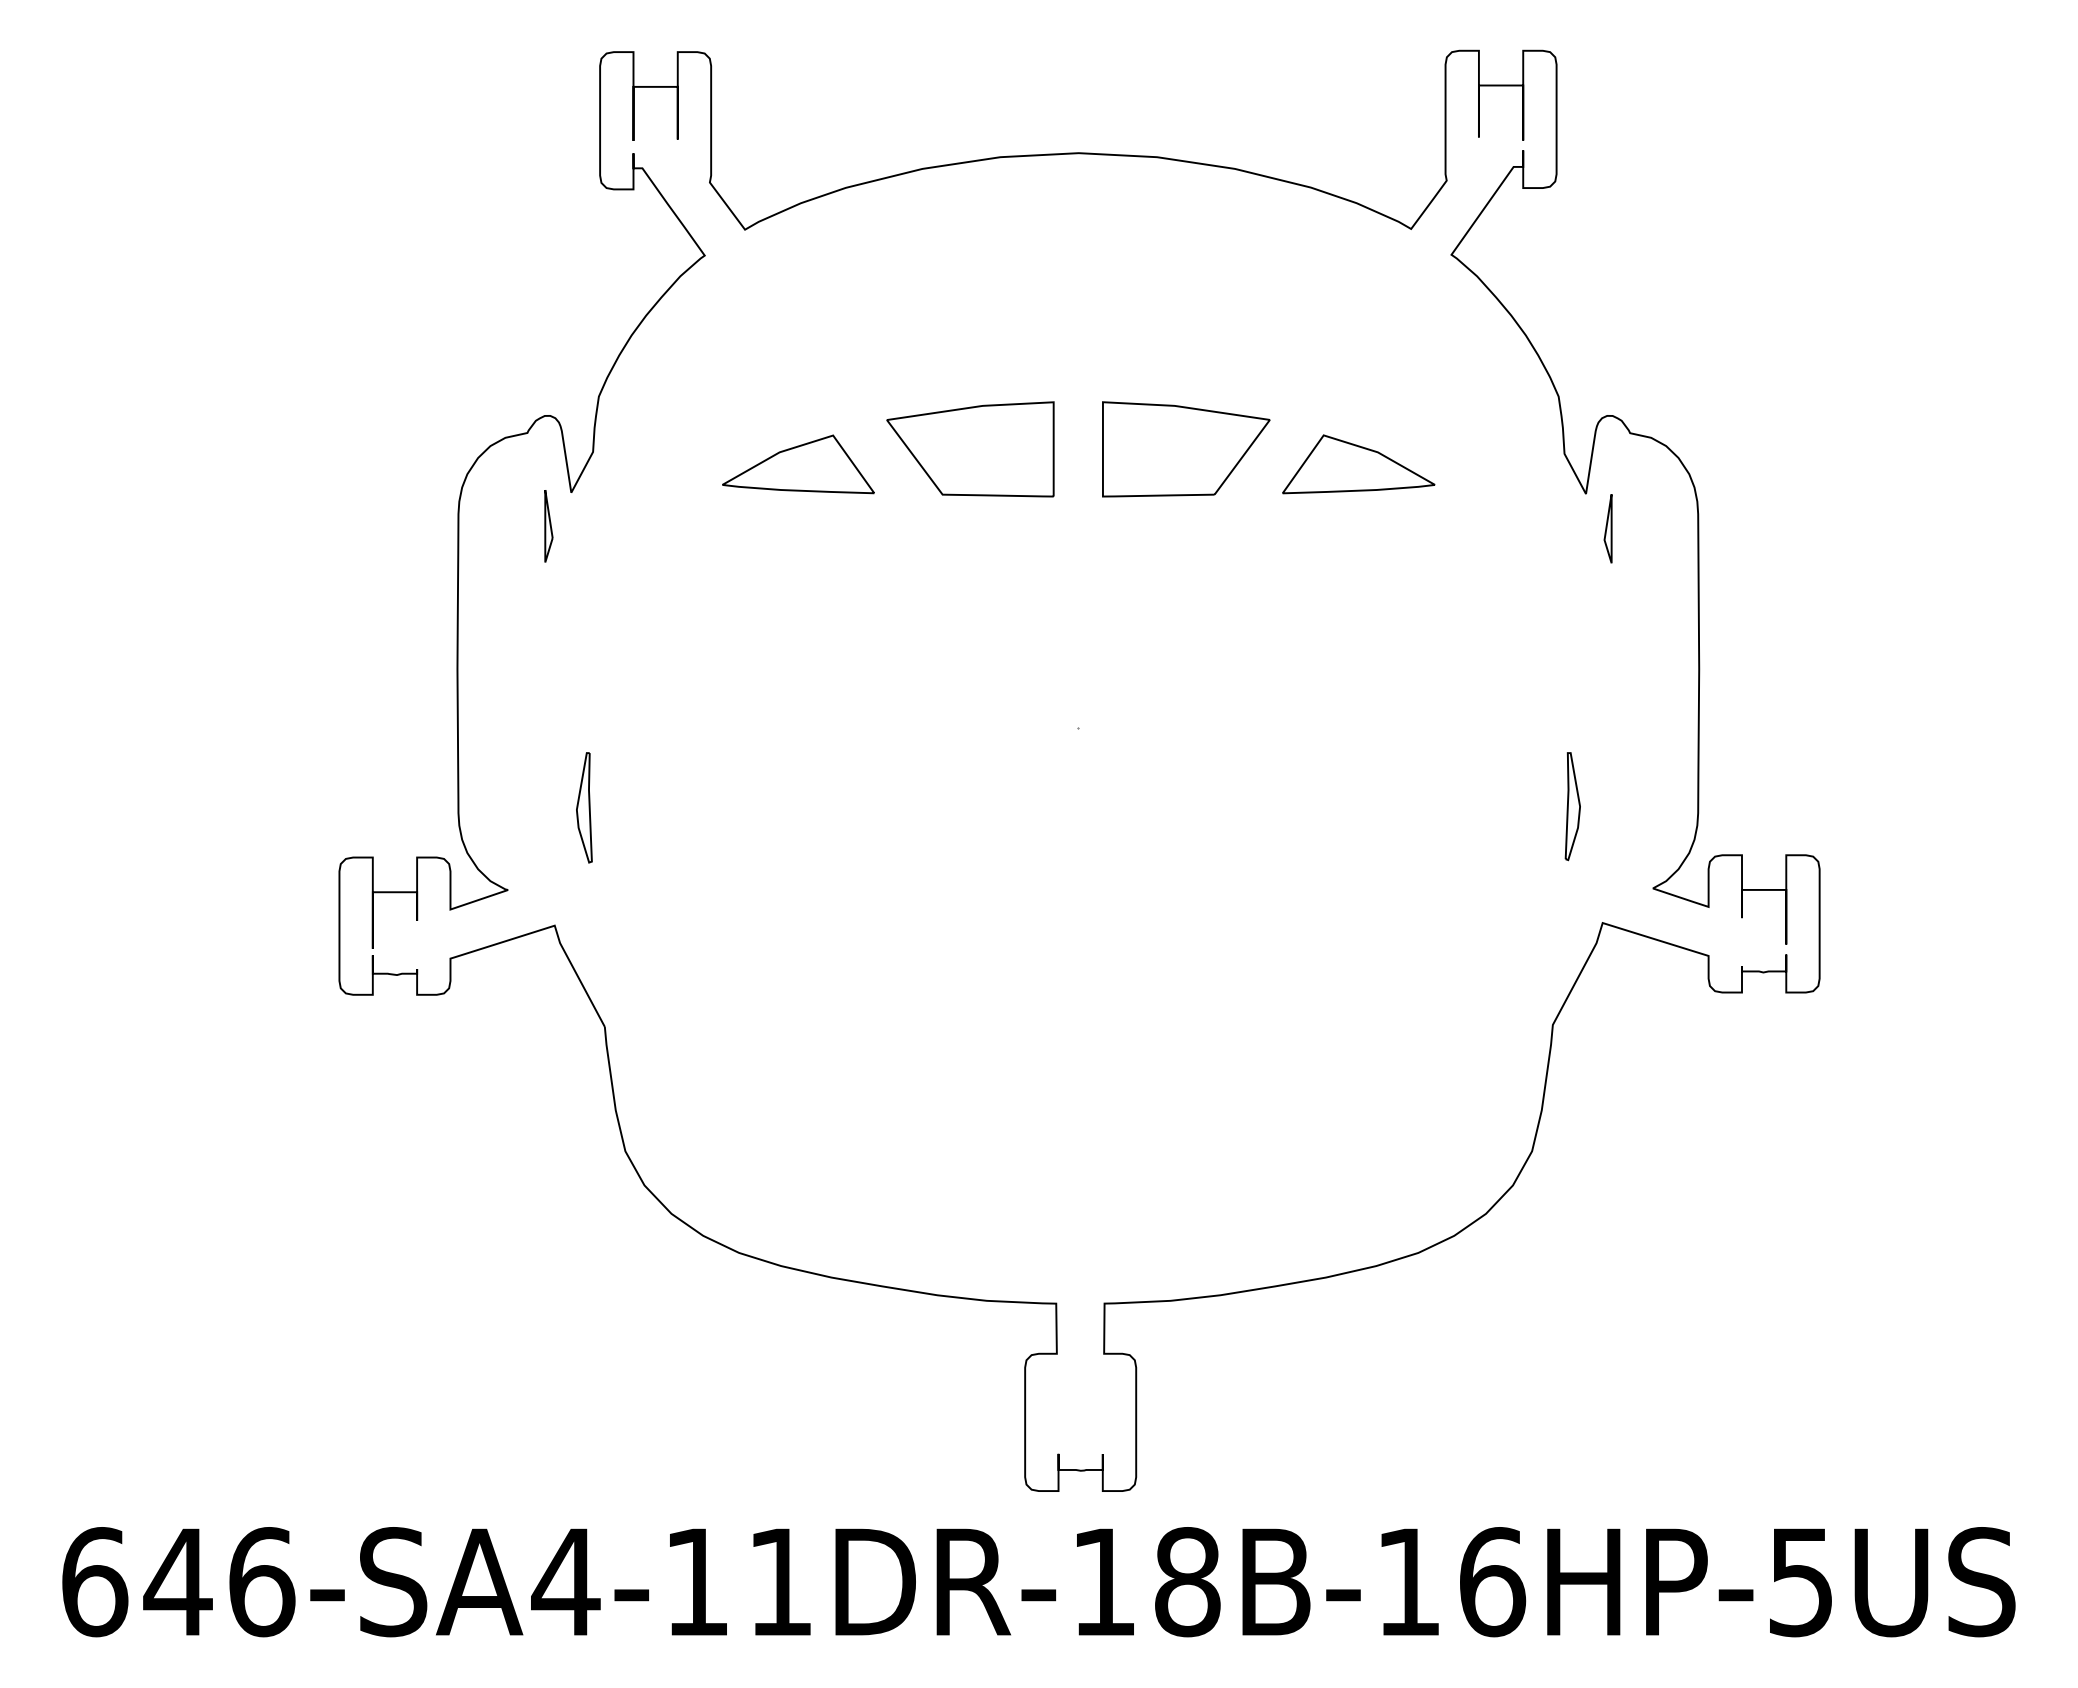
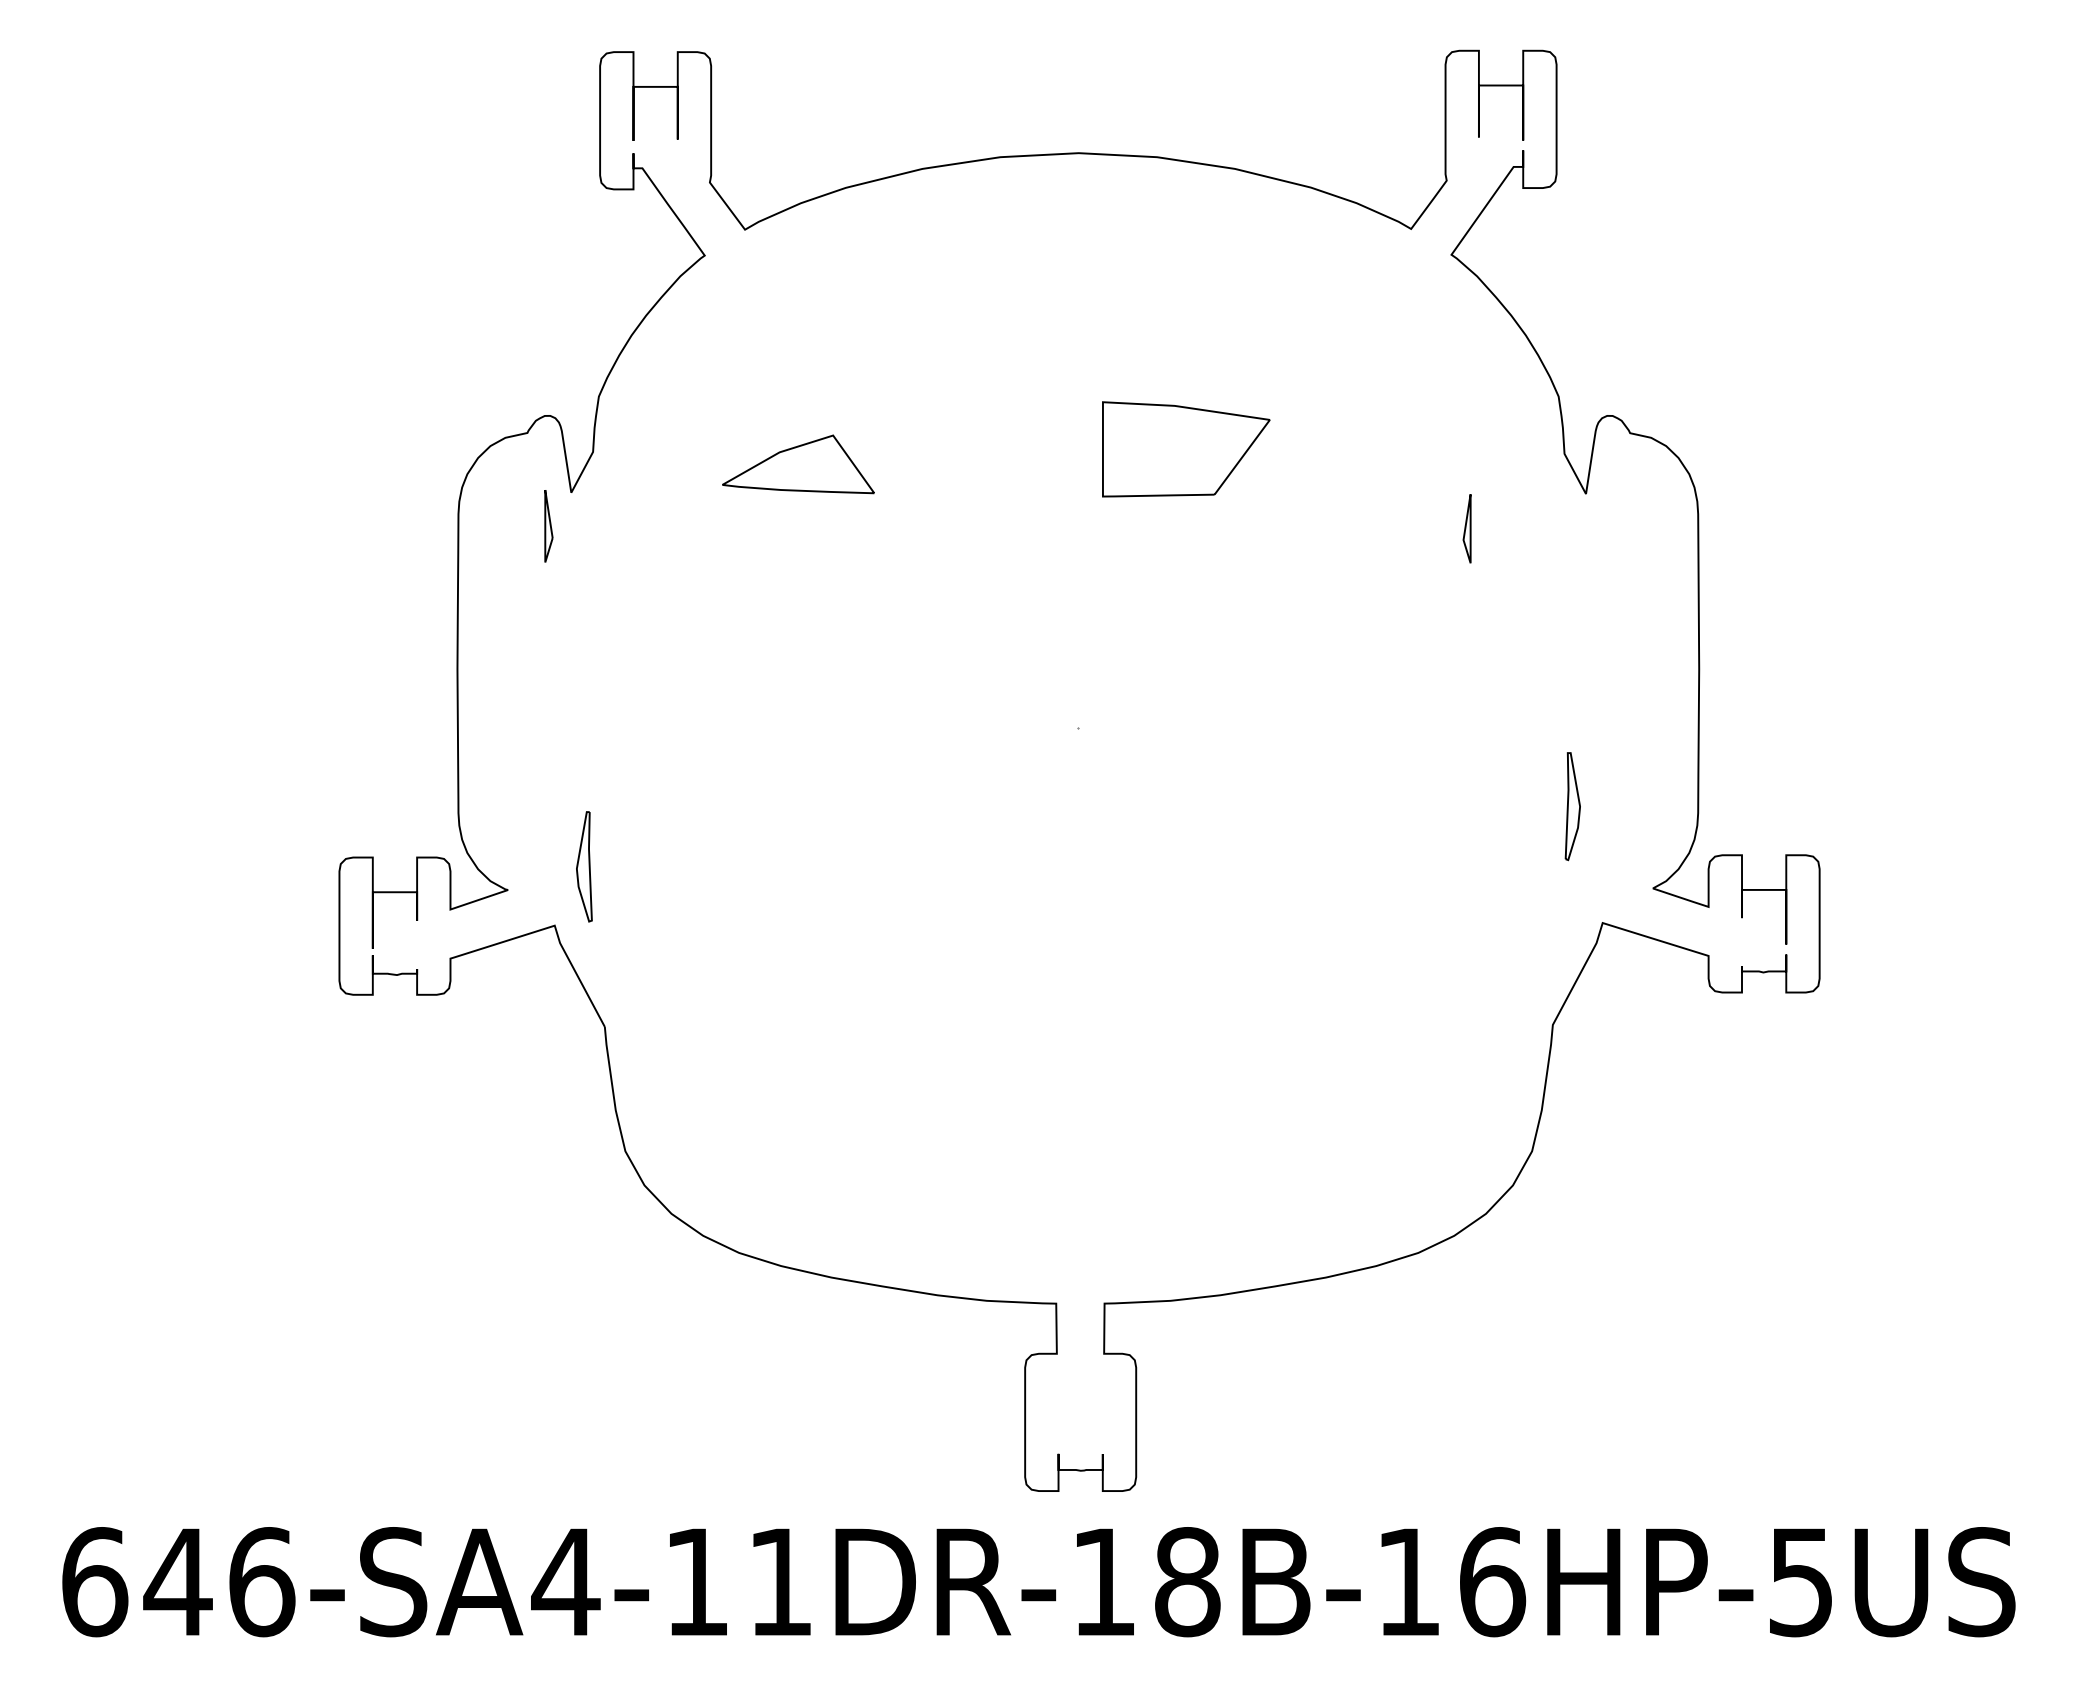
part at (970, 449): present -> none
part at (1358, 464): present -> none
part at (1607, 528) position: (1607, 528) -> (1466, 528)
part at (584, 807) position: (584, 807) -> (584, 866)
